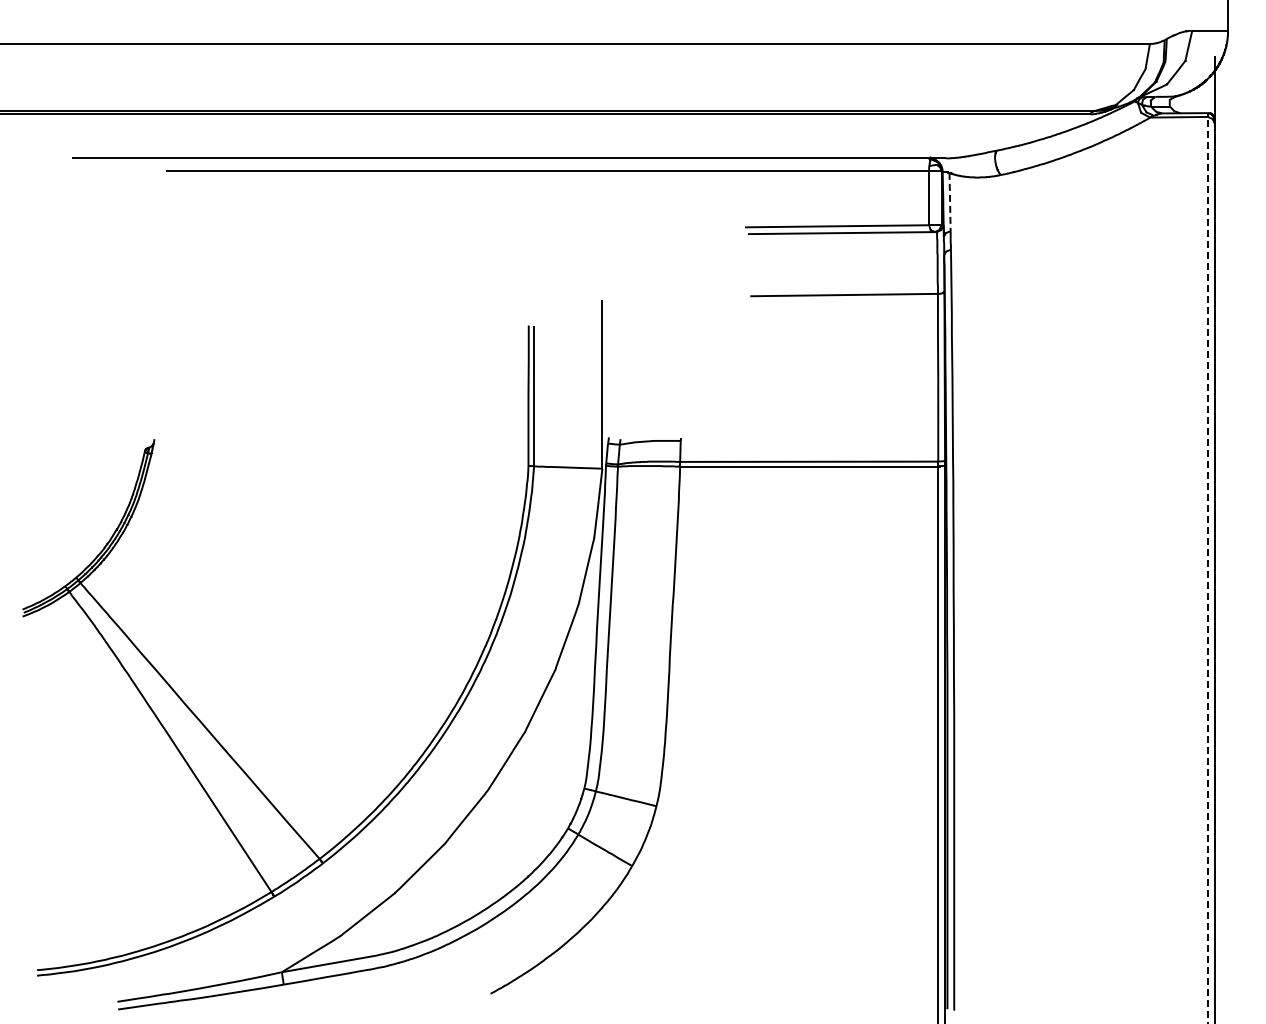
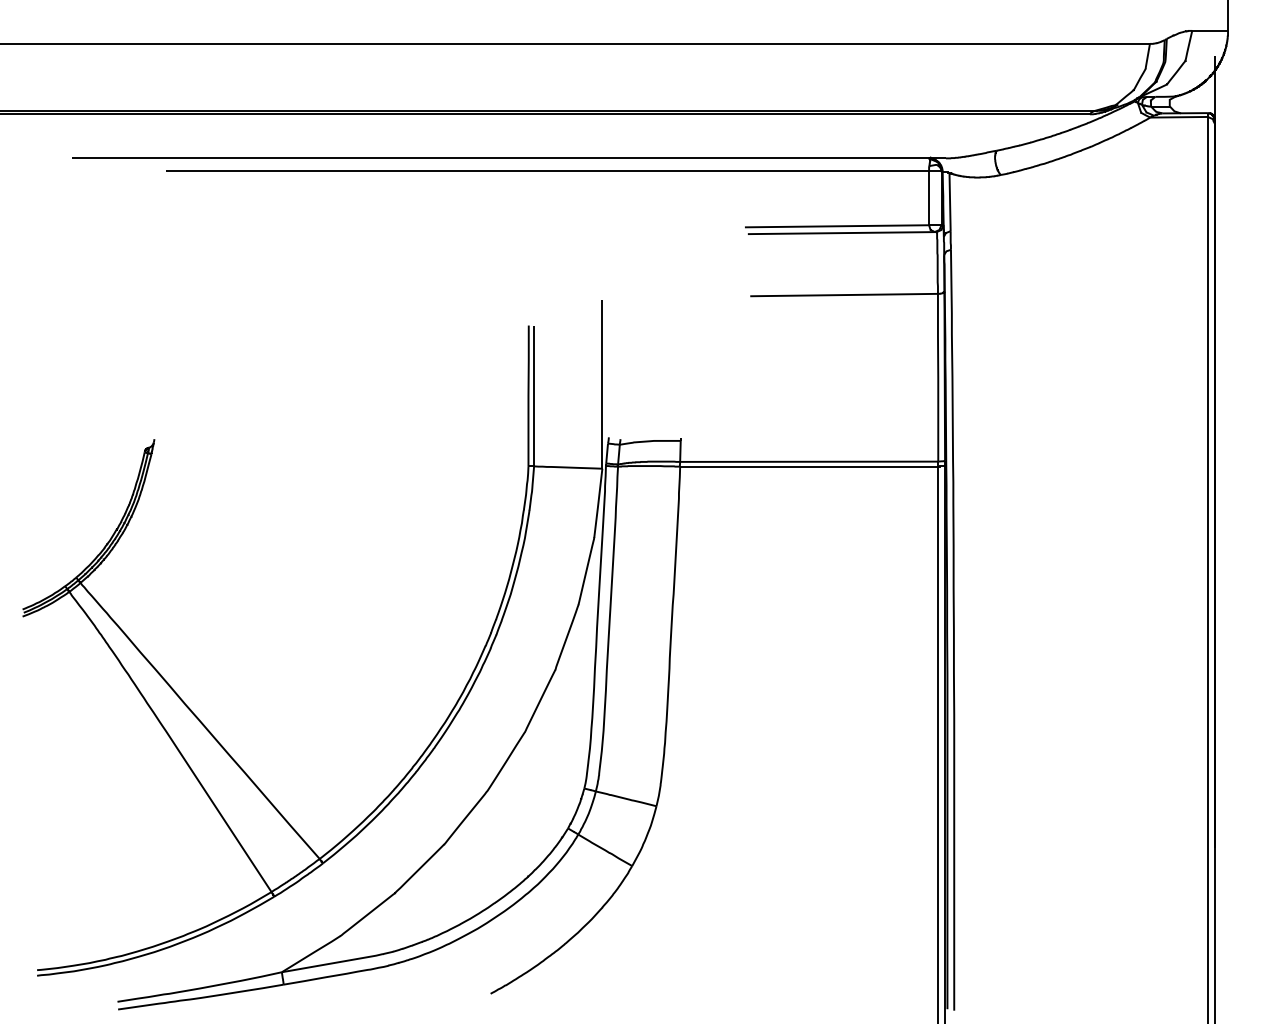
line at (950, 202): dashed -> solid
line at (1207, 569): dashed -> solid
